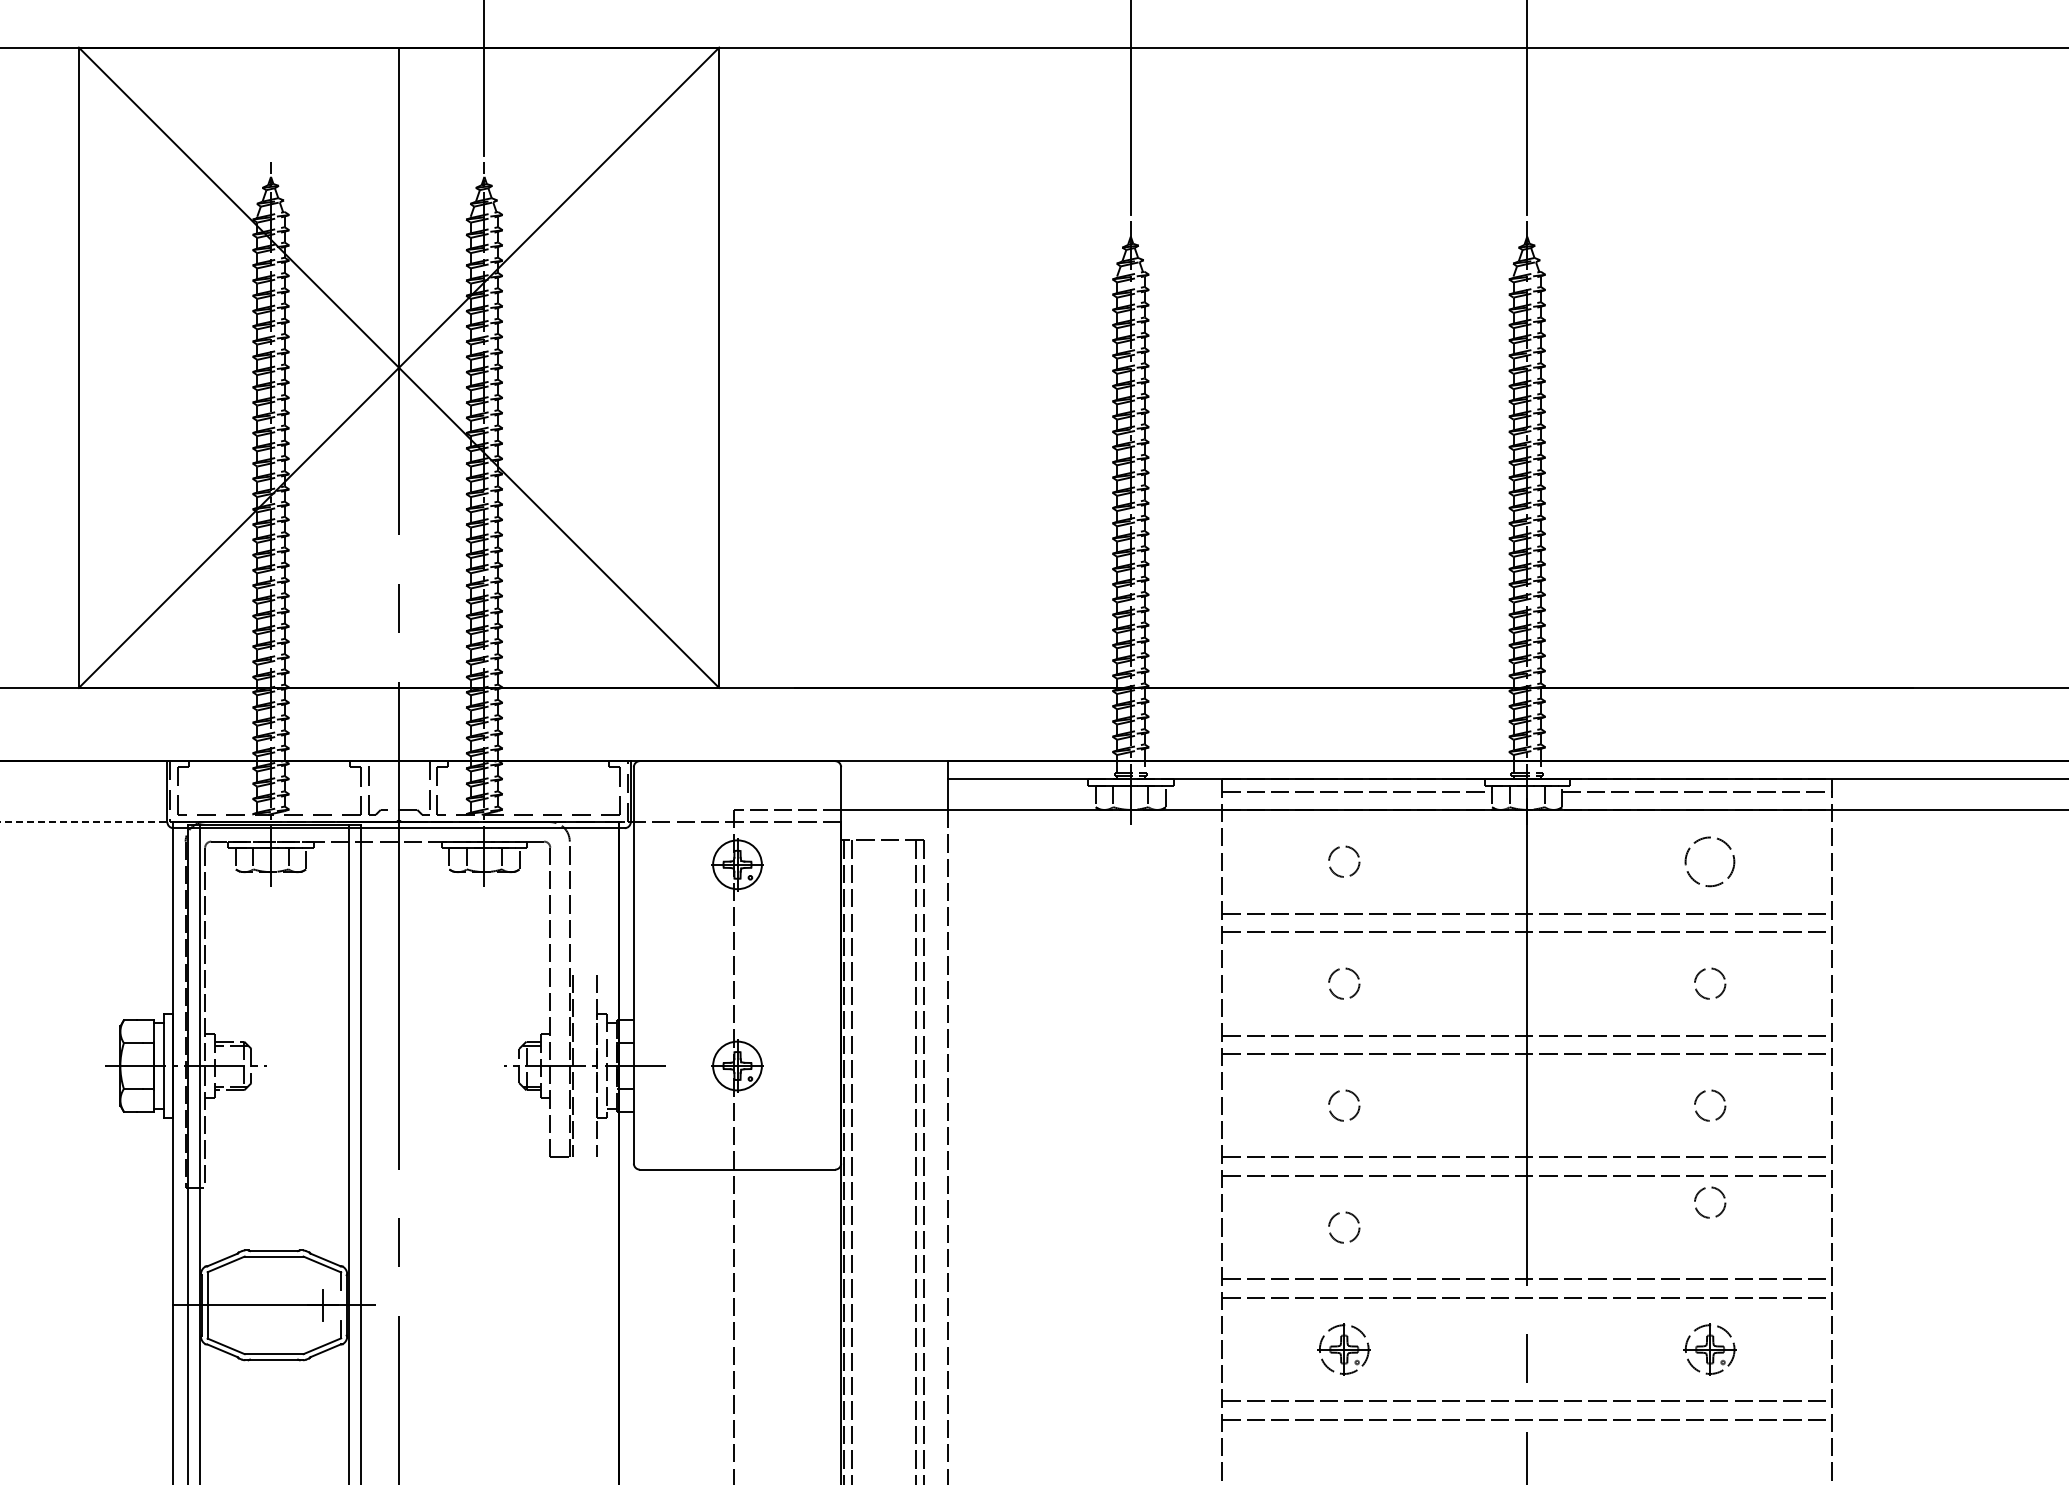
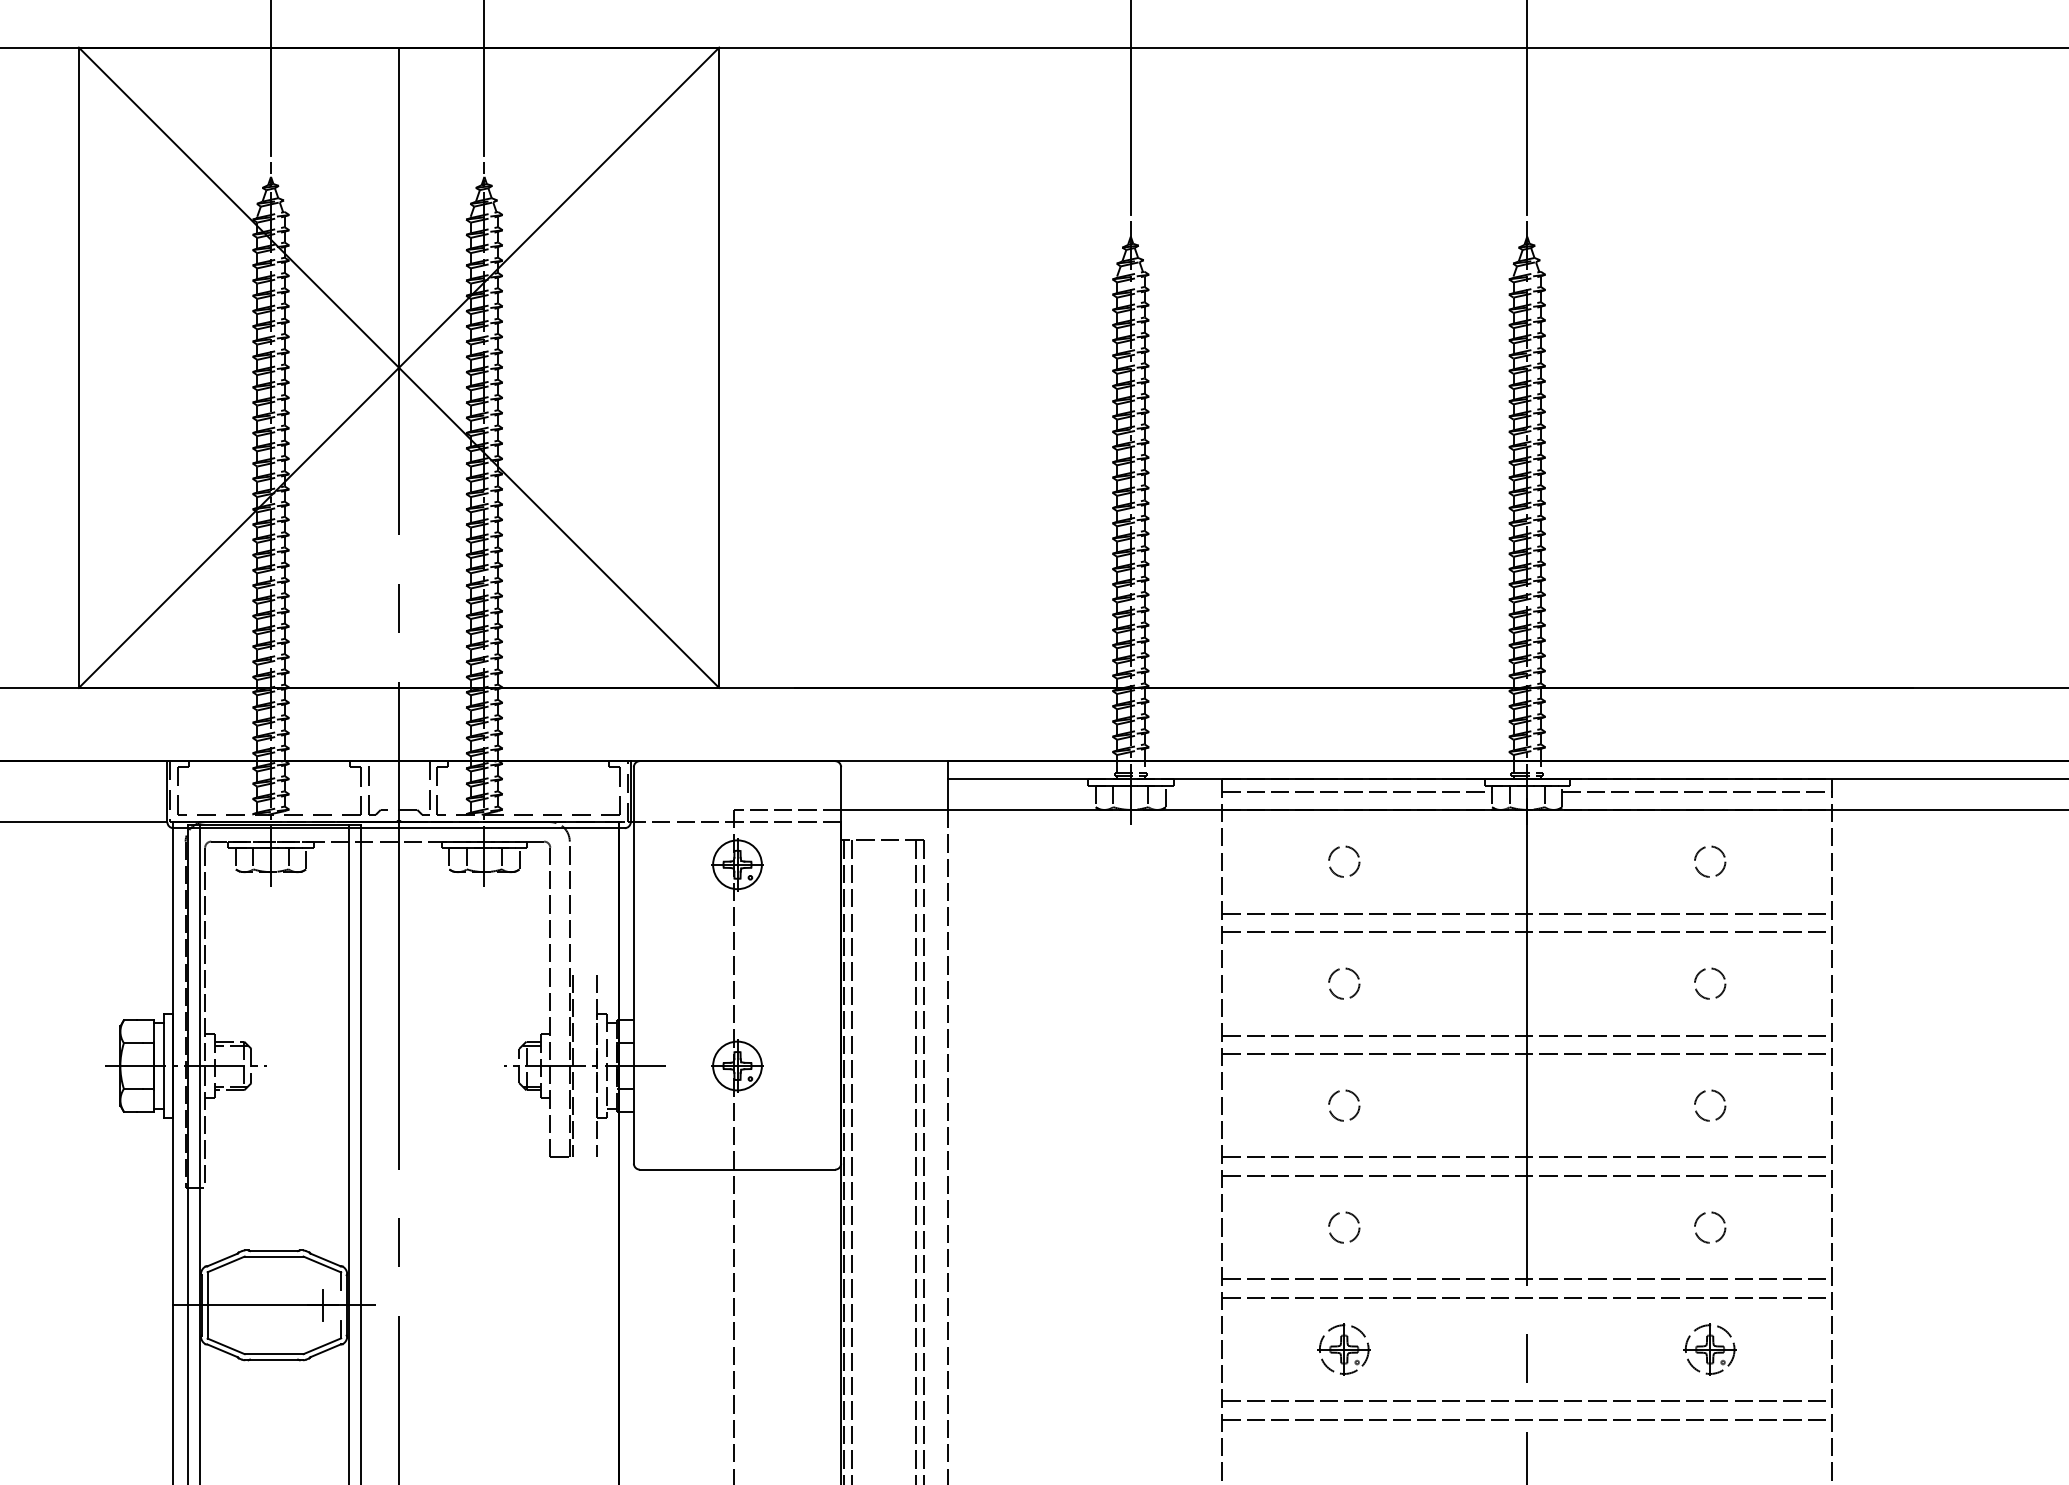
line at (271, 78): none -> present
line at (83, 822): dashed -> solid
circle at (1709, 861) size: 52x52 px -> 33x33 px
circle at (1710, 1202) position: (1710, 1202) -> (1710, 1227)
